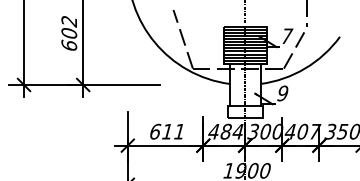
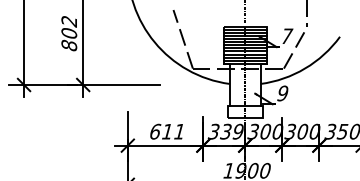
text at (69, 45): 602 -> 802
text at (225, 131): 484 -> 339
text at (302, 131): 407 -> 300
